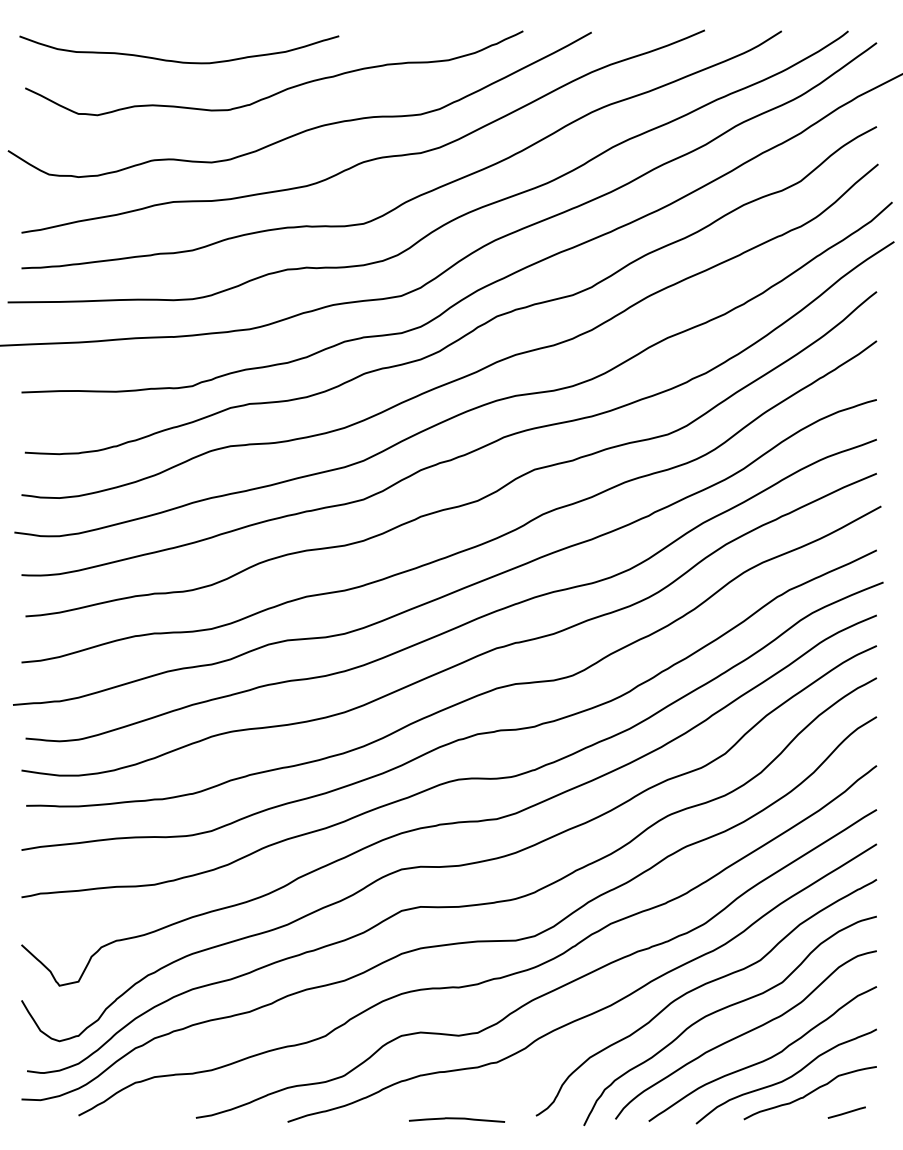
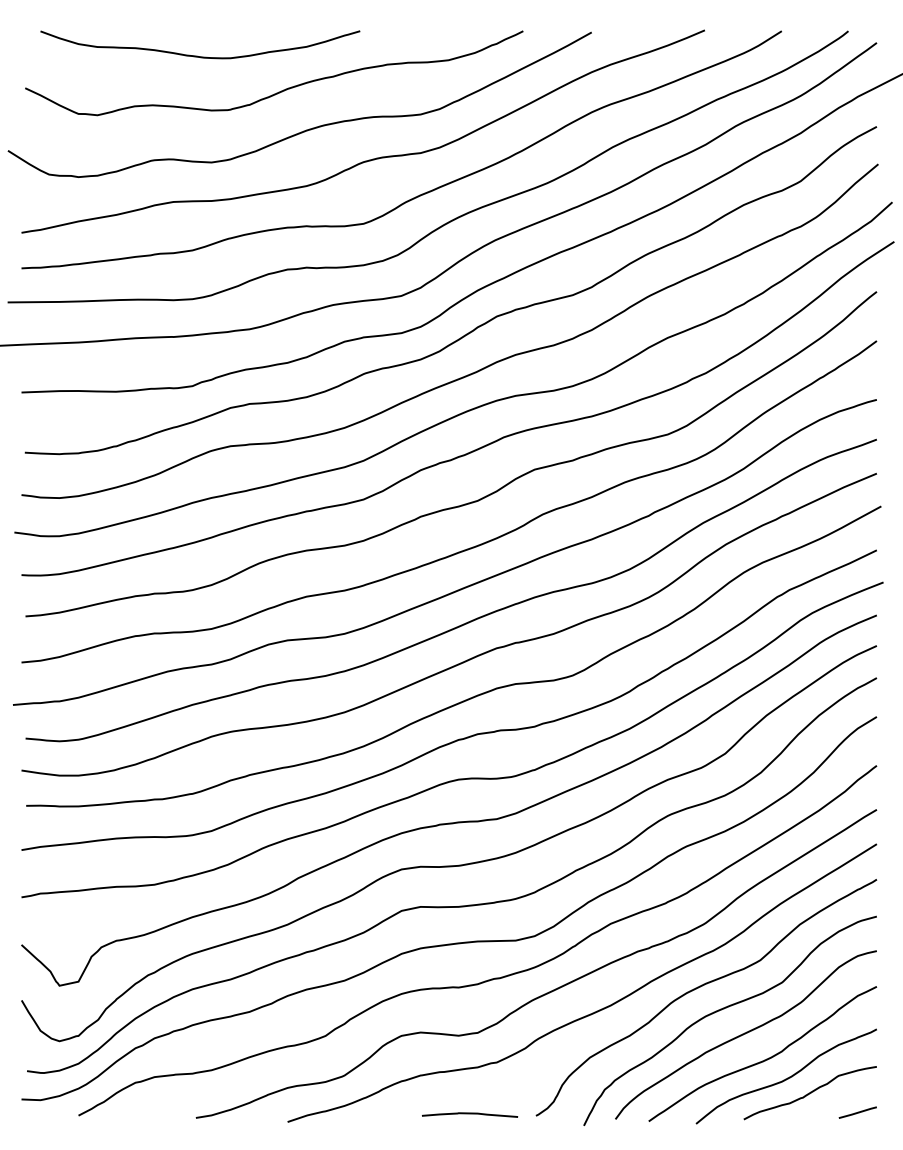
curve at (176, 60) position: (176, 60) -> (197, 55)
line at (846, 1112) position: (846, 1112) -> (857, 1112)
curve at (457, 1119) position: (457, 1119) -> (470, 1114)
